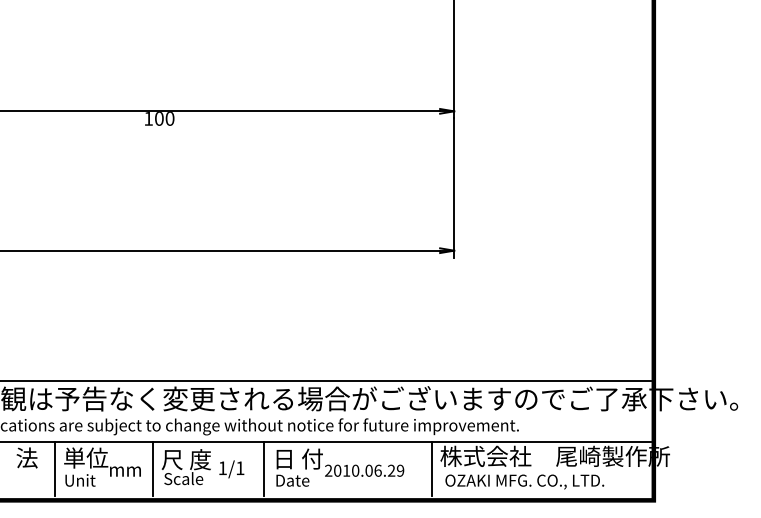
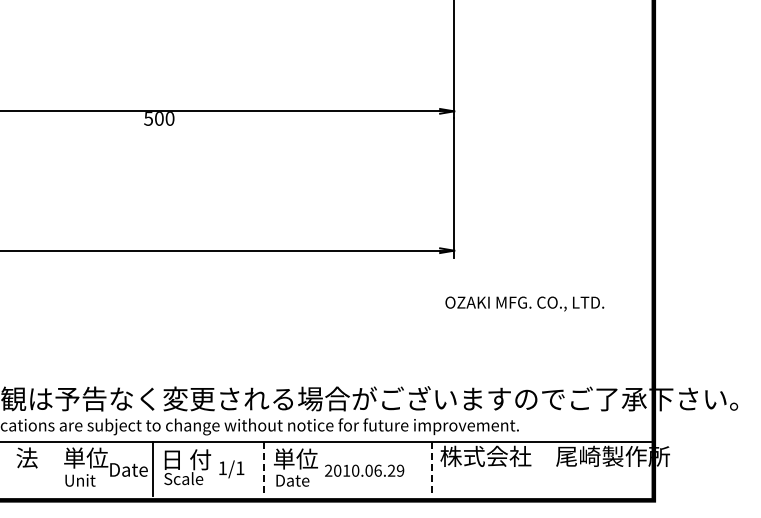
text at (148, 118): 100 -> 500
line at (326, 381): present -> none
text at (297, 458): 日 付 -> 単位
text at (186, 459): 尺 度 -> 日 付
line at (54, 469): present -> none
text at (128, 469): mm -> Date
line at (263, 469): solid -> dashed
line at (431, 469): solid -> dashed
text at (524, 481) position: (524, 481) -> (524, 303)
